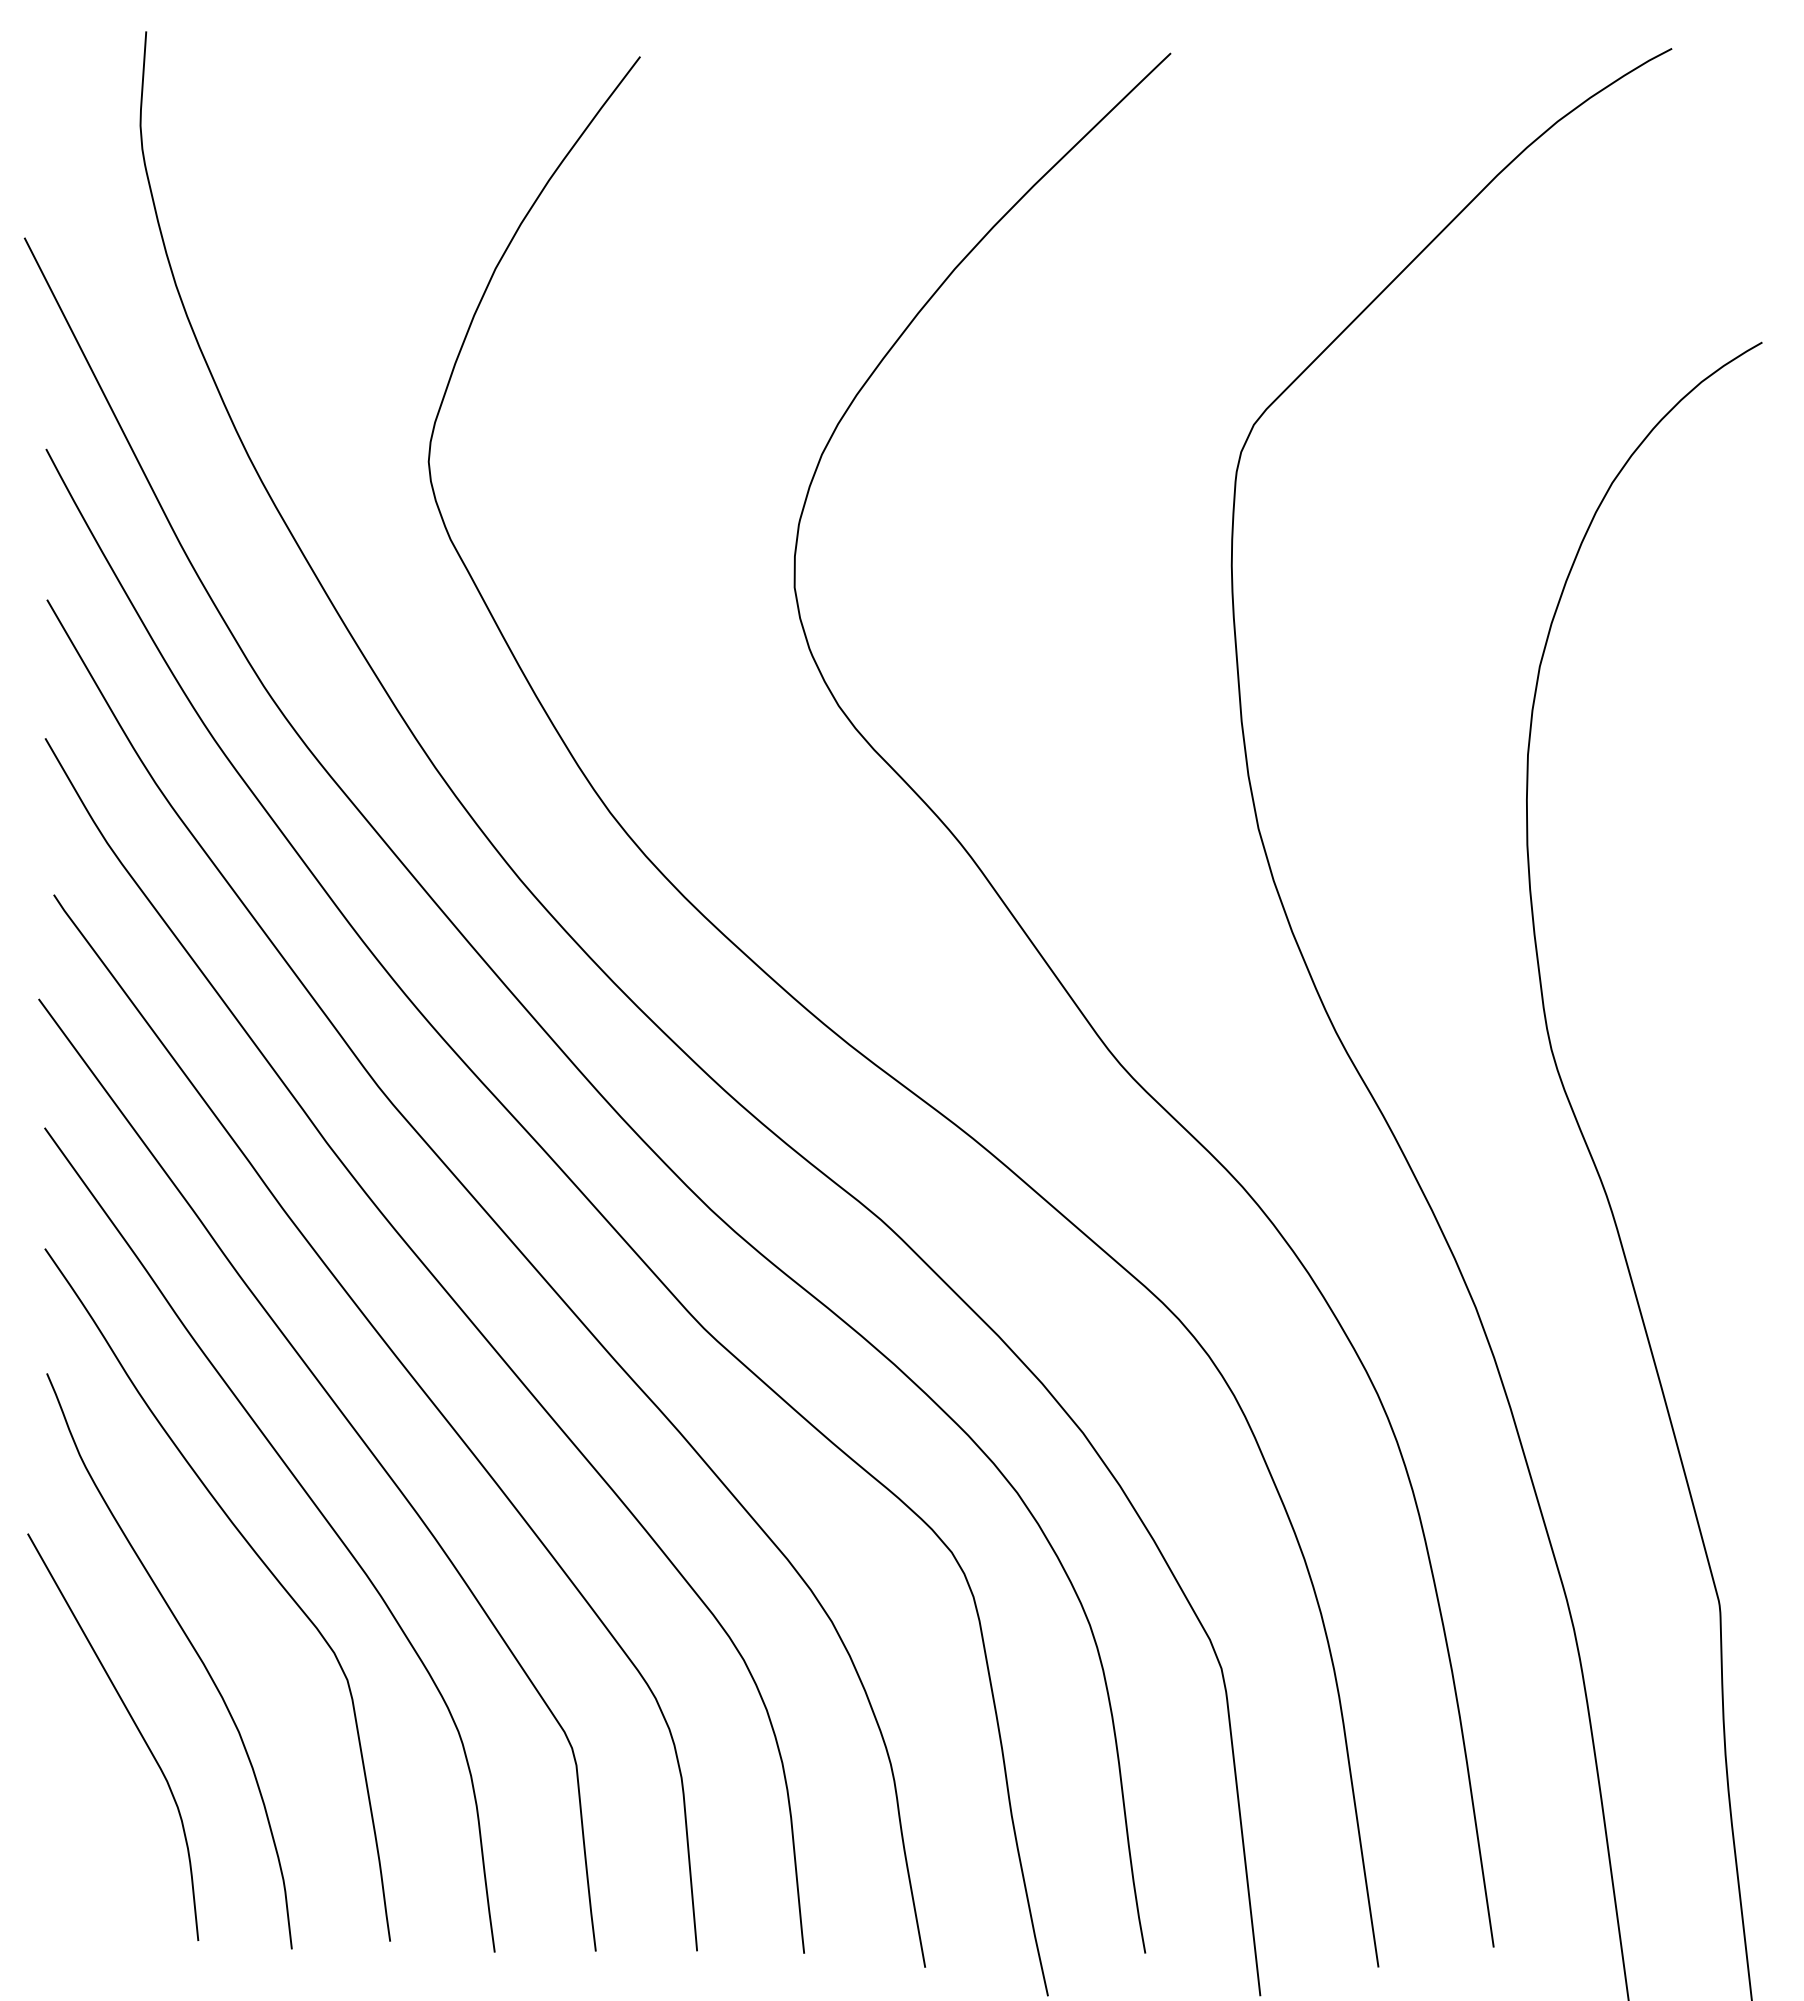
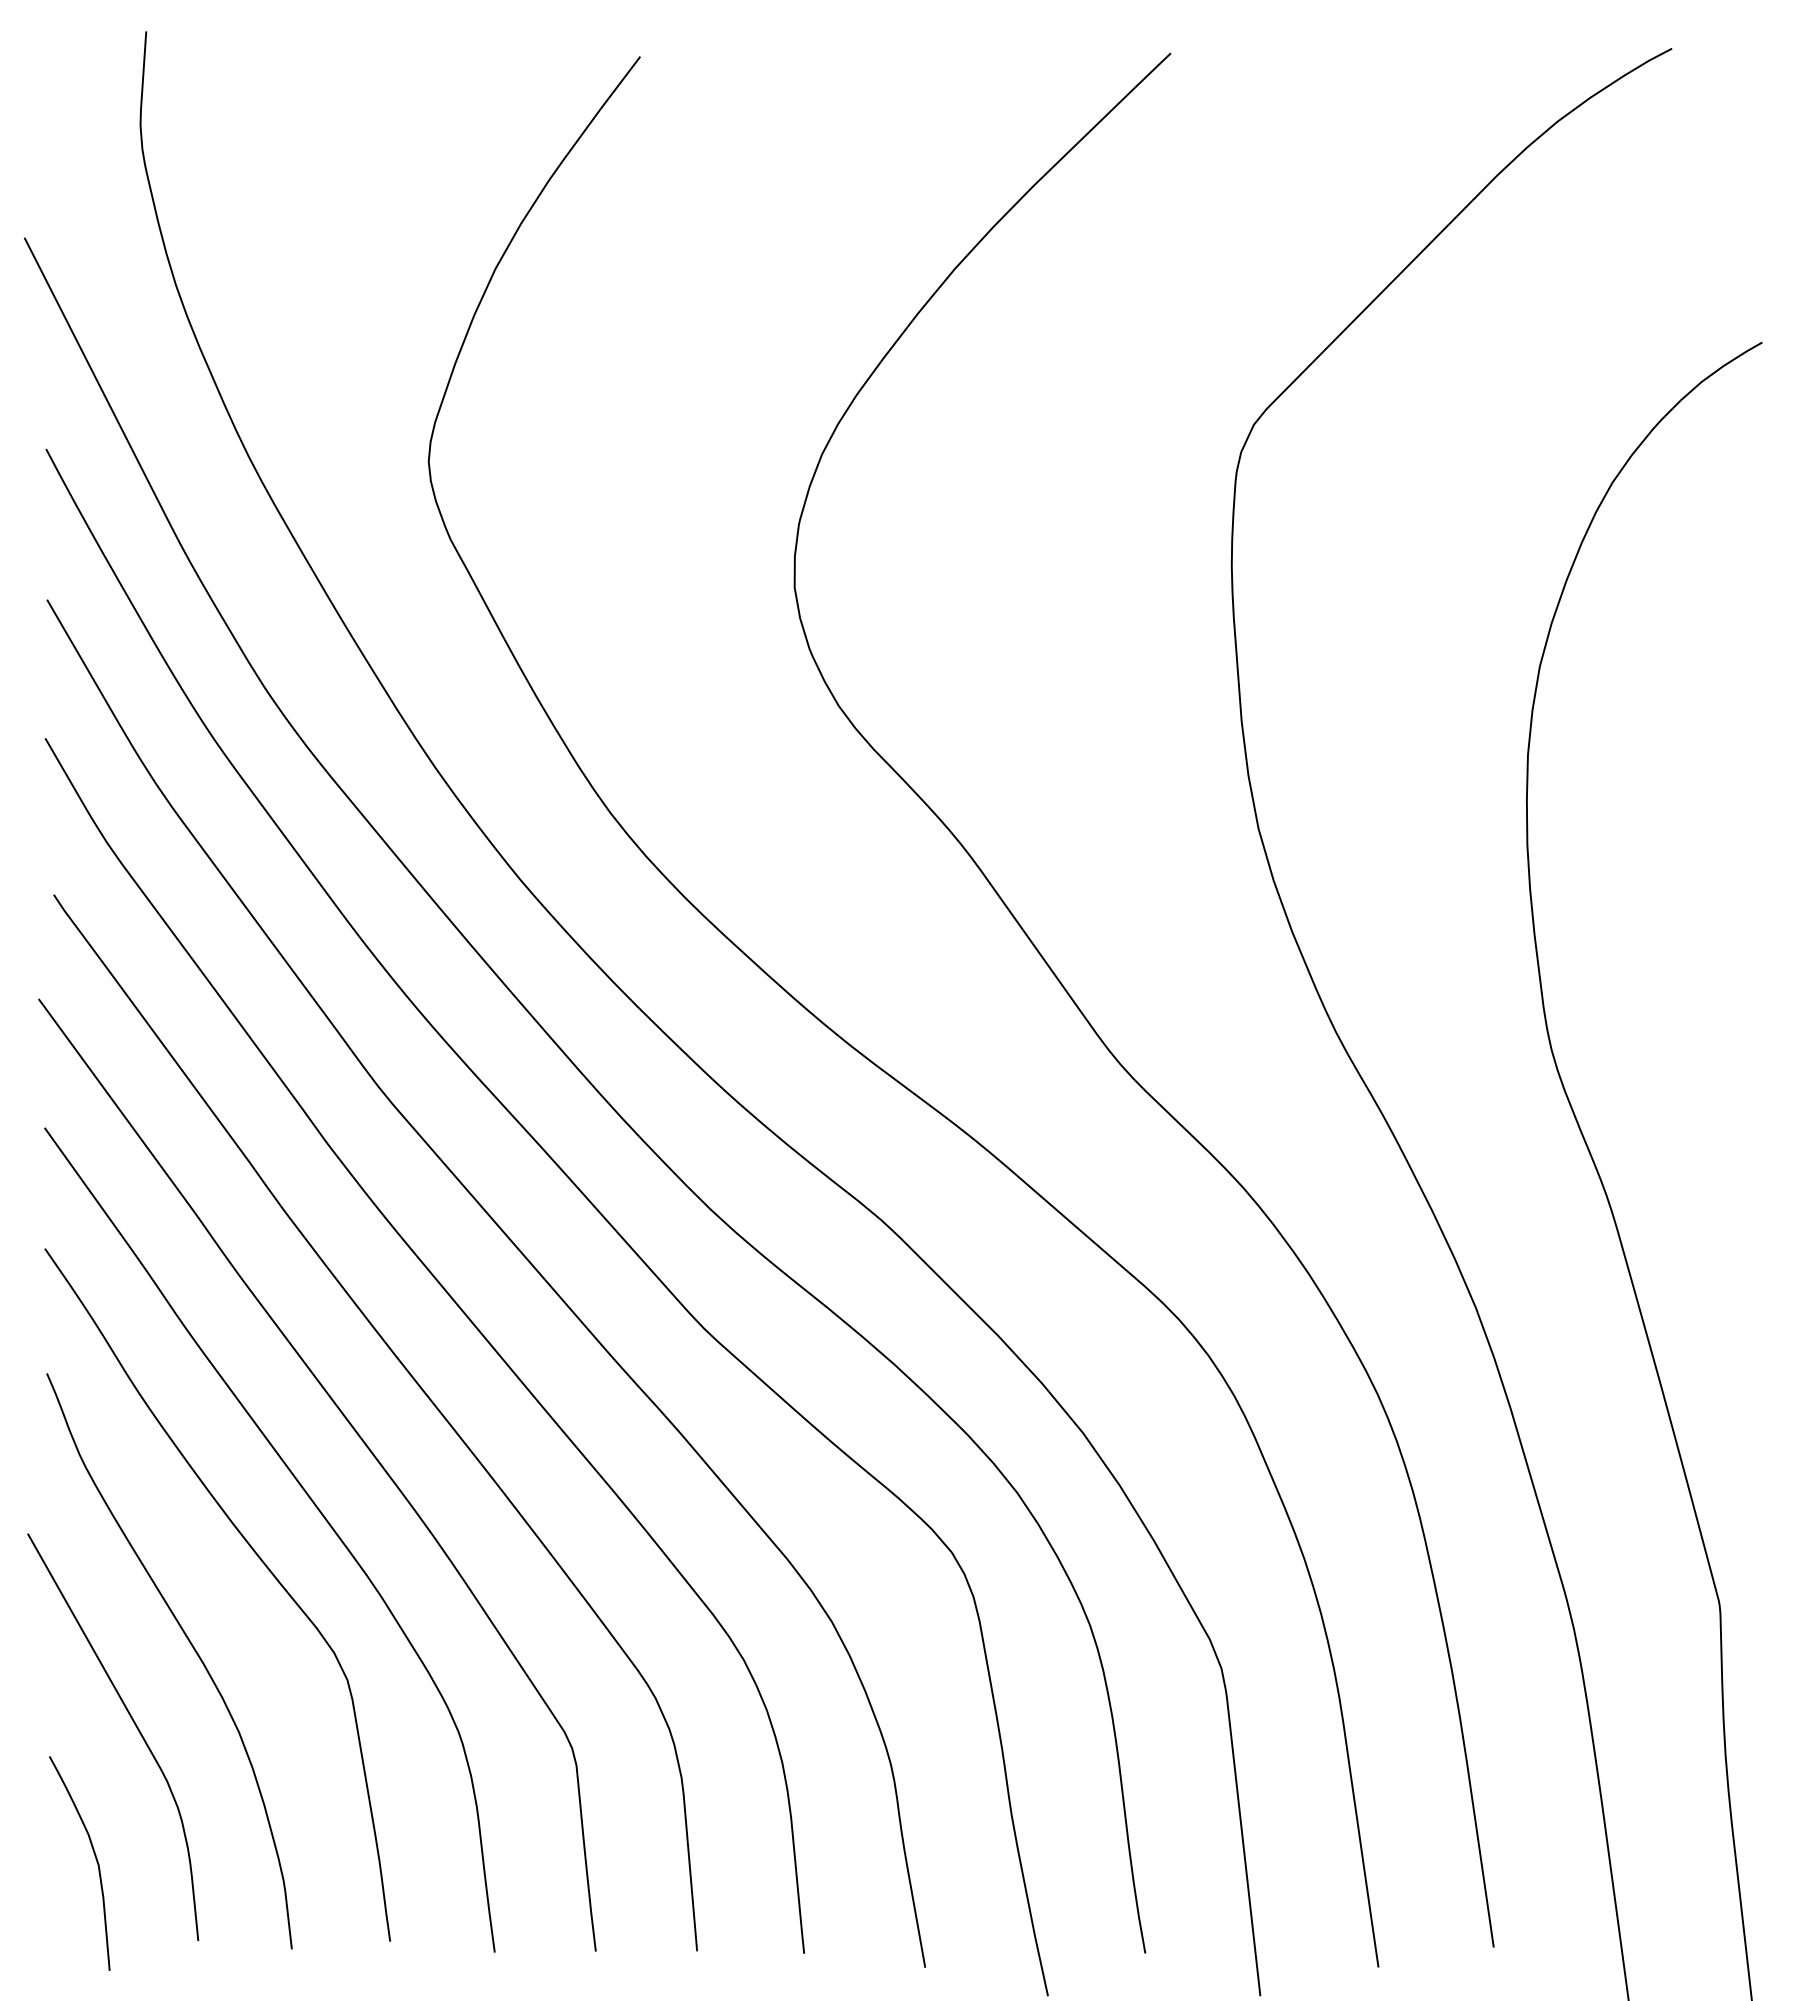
curve at (95, 1859): none -> present
